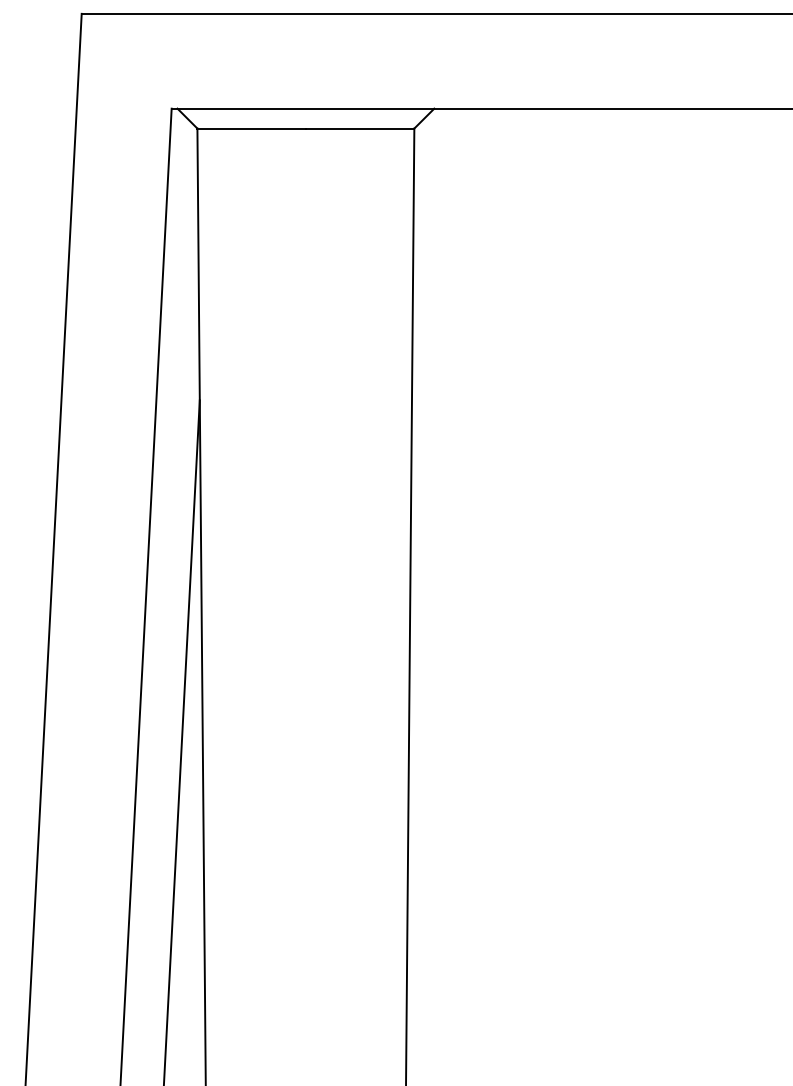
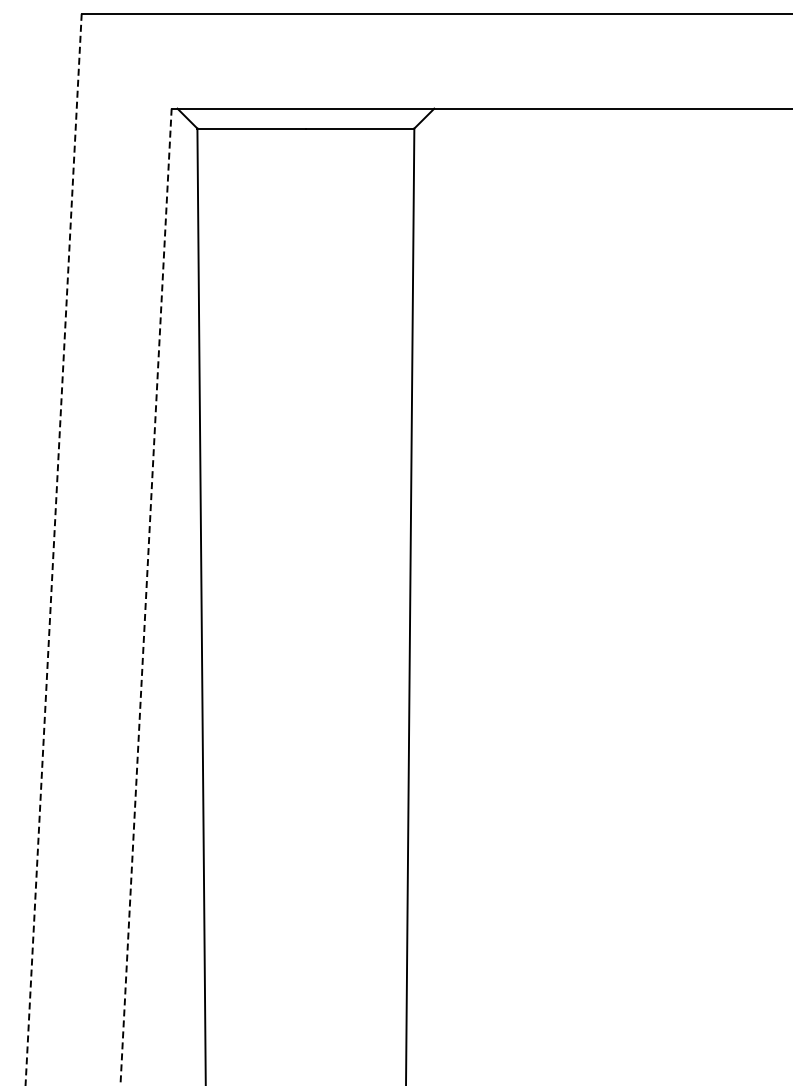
line at (53, 549): solid -> dashed
line at (146, 597): solid -> dashed
line at (181, 741): present -> none
